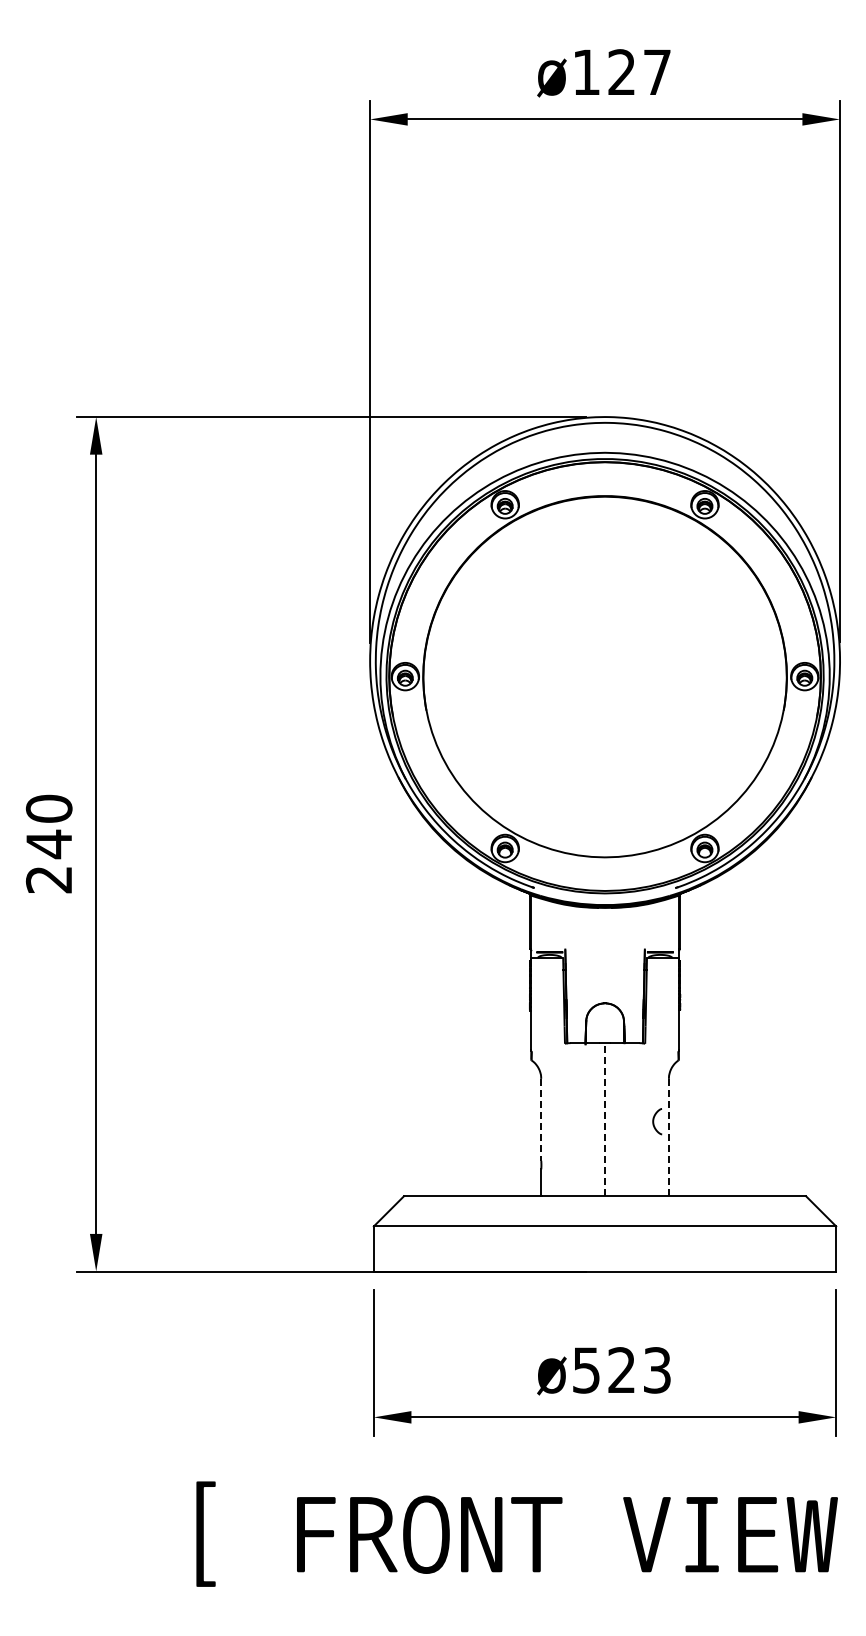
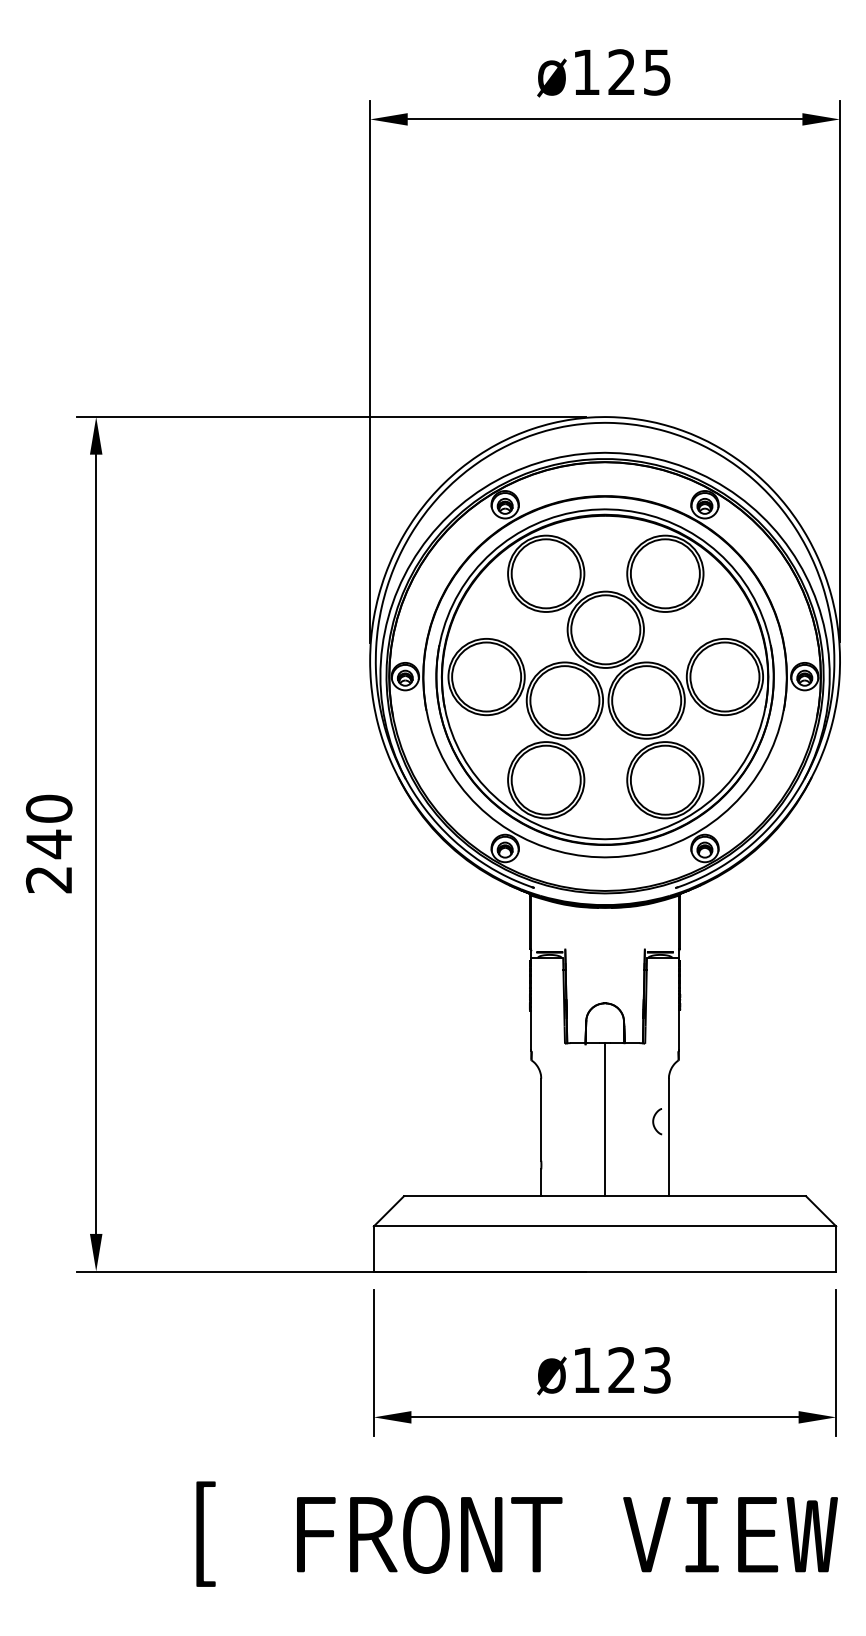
text at (657, 72): ø127 -> ø125
part at (604, 676): none -> present
line at (605, 1119): dashed -> solid
line at (541, 1120): dashed -> solid
line at (668, 1137): dashed -> solid
text at (586, 1370): ø523 -> ø123
